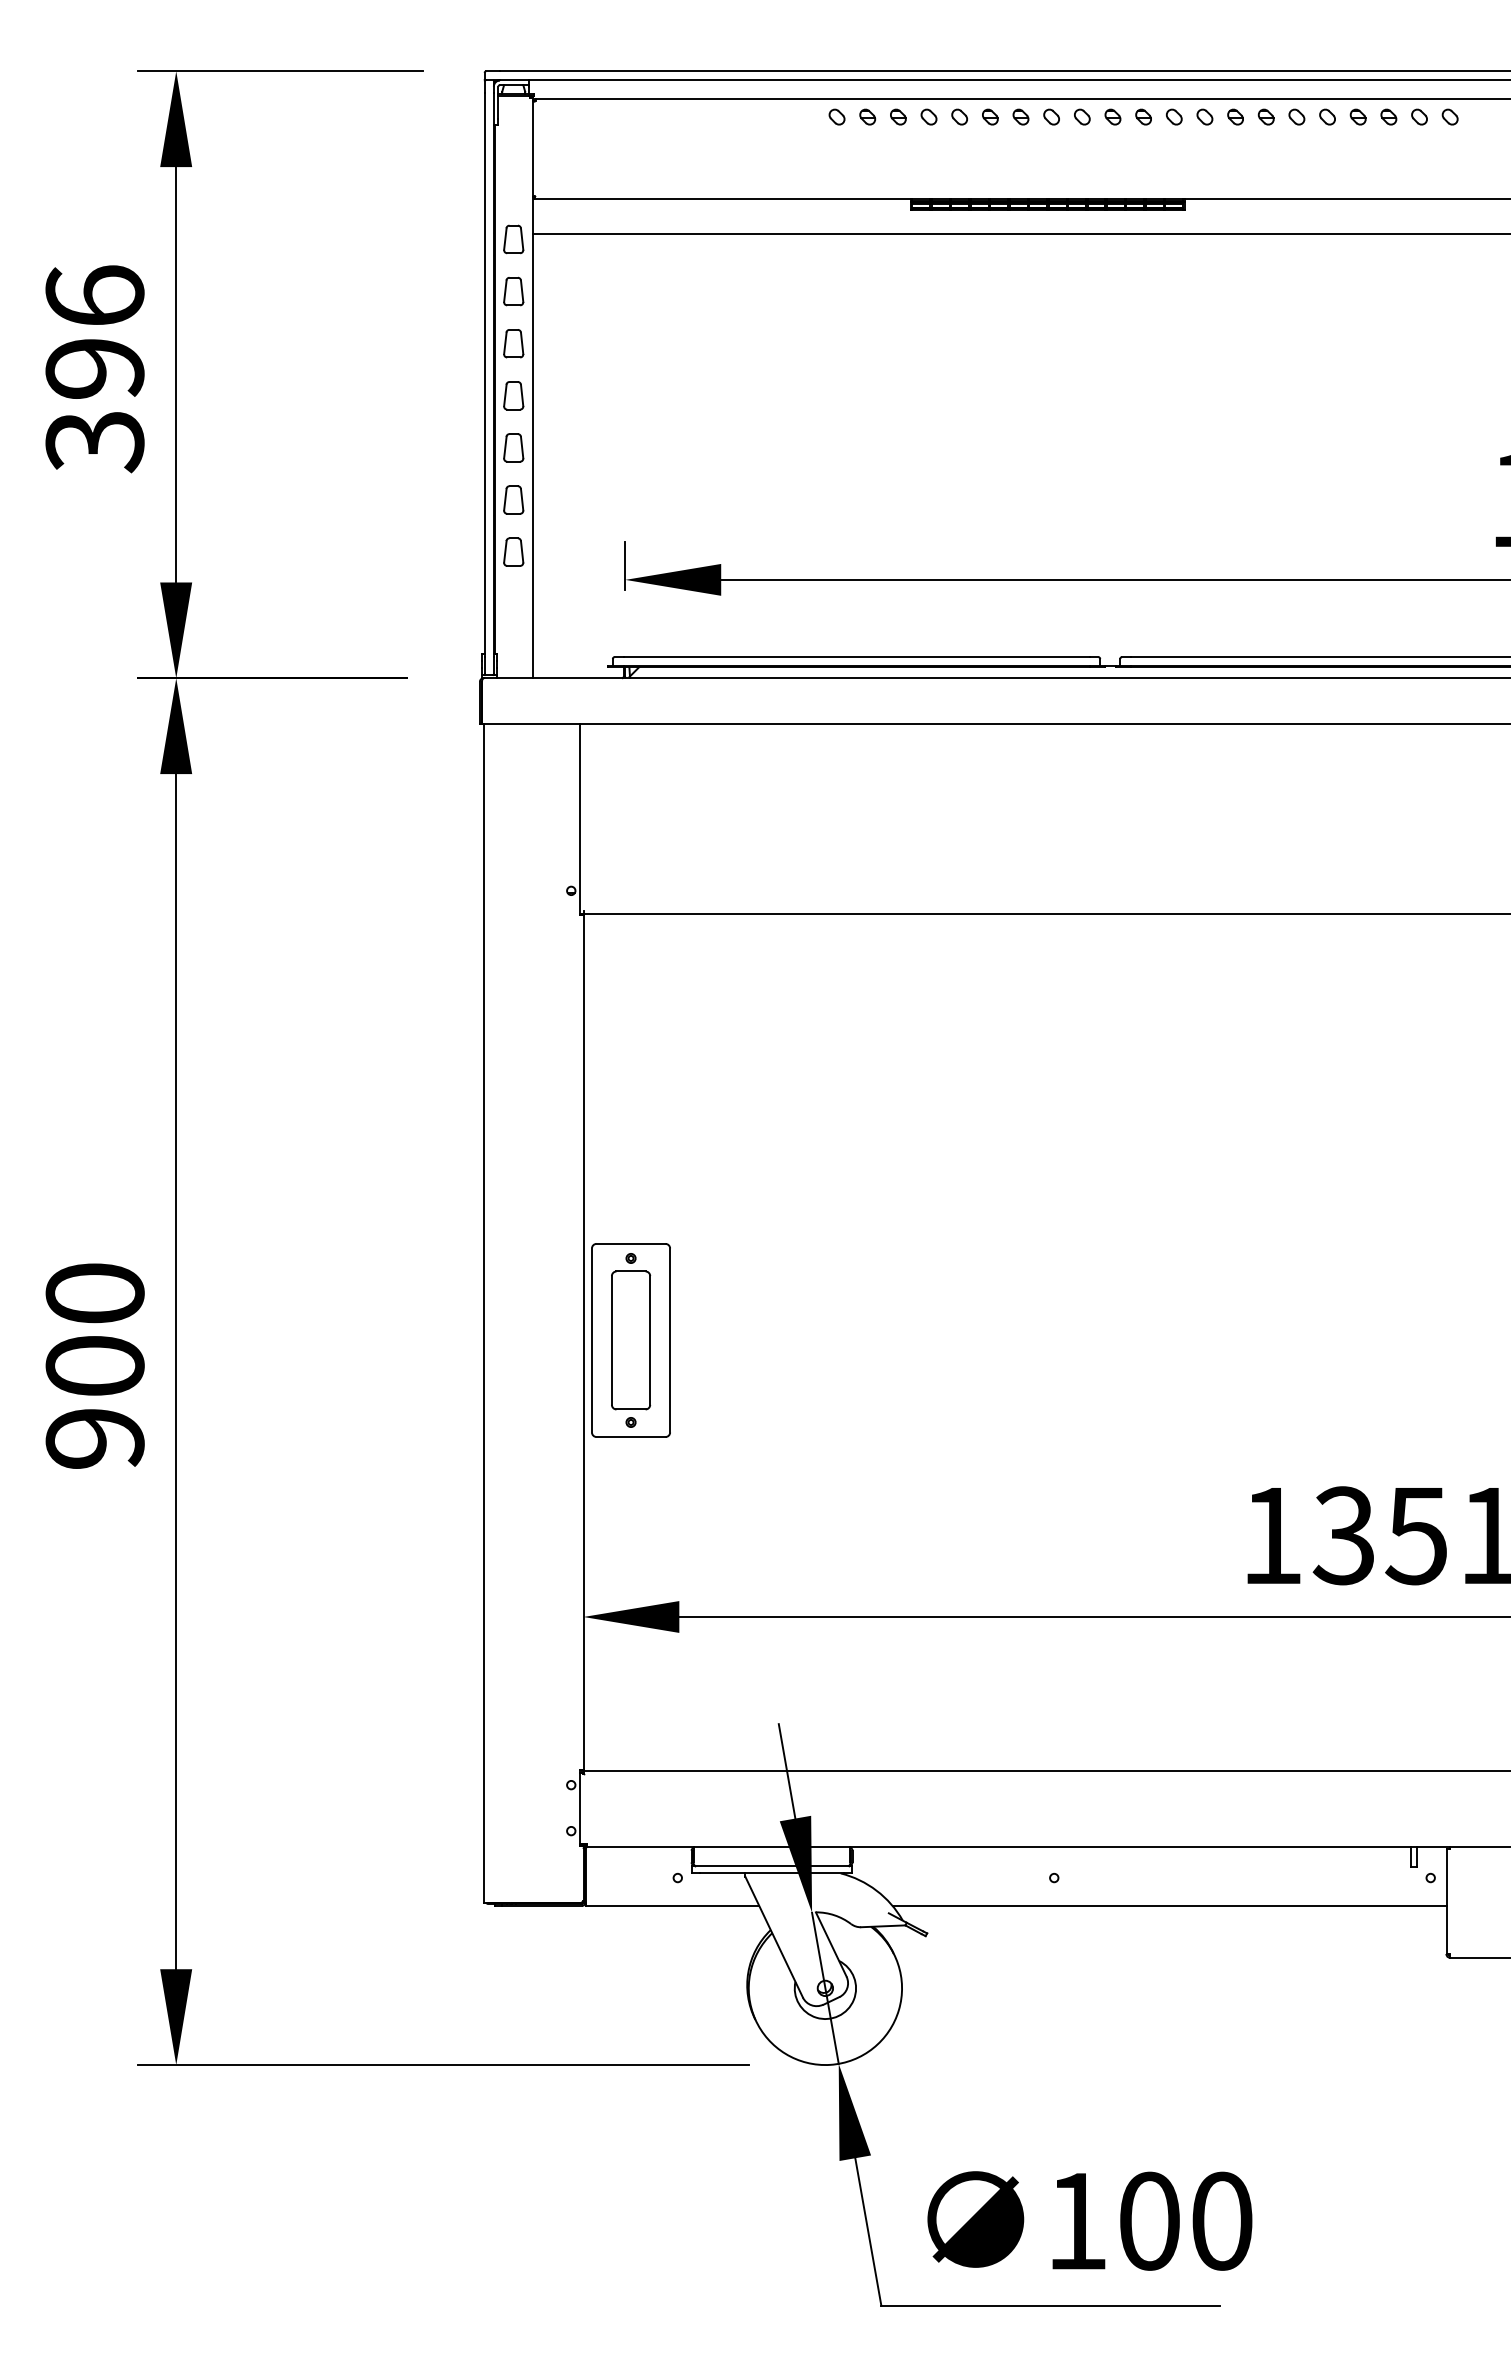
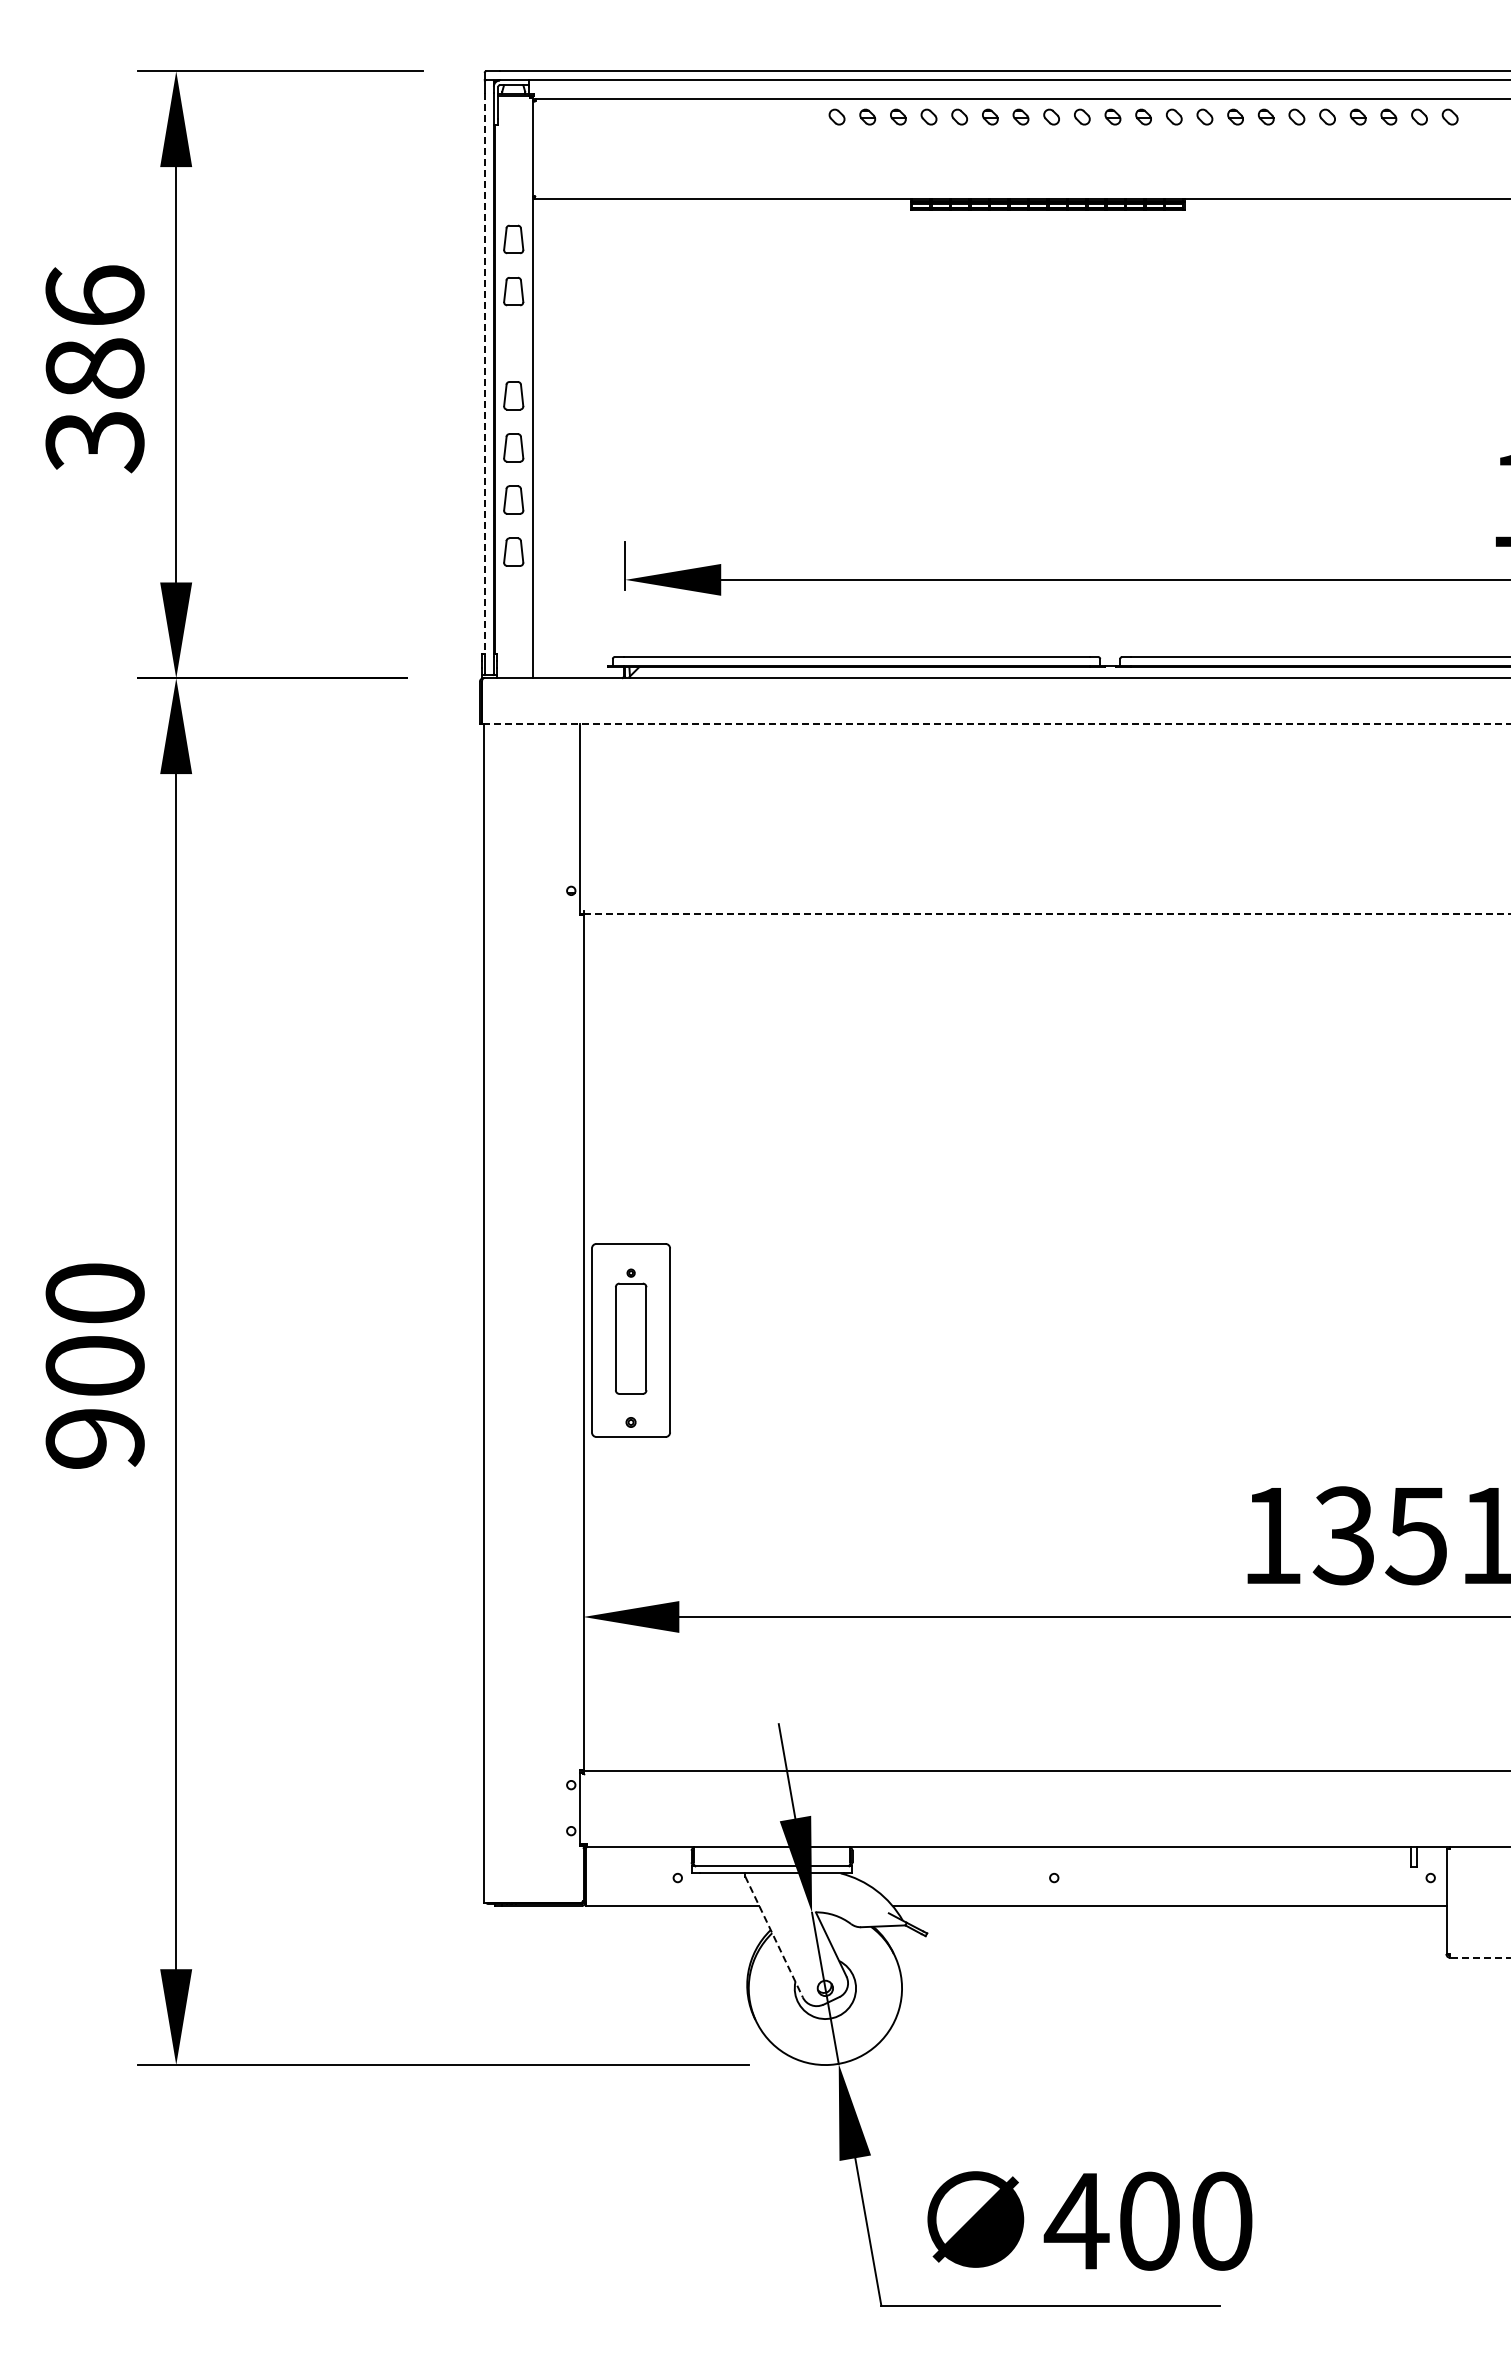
line at (1019, 233): present -> none
part at (513, 343): present -> none
text at (94, 368): 396 -> 386
line at (484, 375): solid -> dashed
line at (995, 724): solid -> dashed
line at (1047, 913): solid -> dashed
part at (631, 1331) size: 41x158 px -> 33x127 px
line at (774, 1936): solid -> dashed
line at (1479, 1957): solid -> dashed
text at (1076, 2221): 100 -> 400
